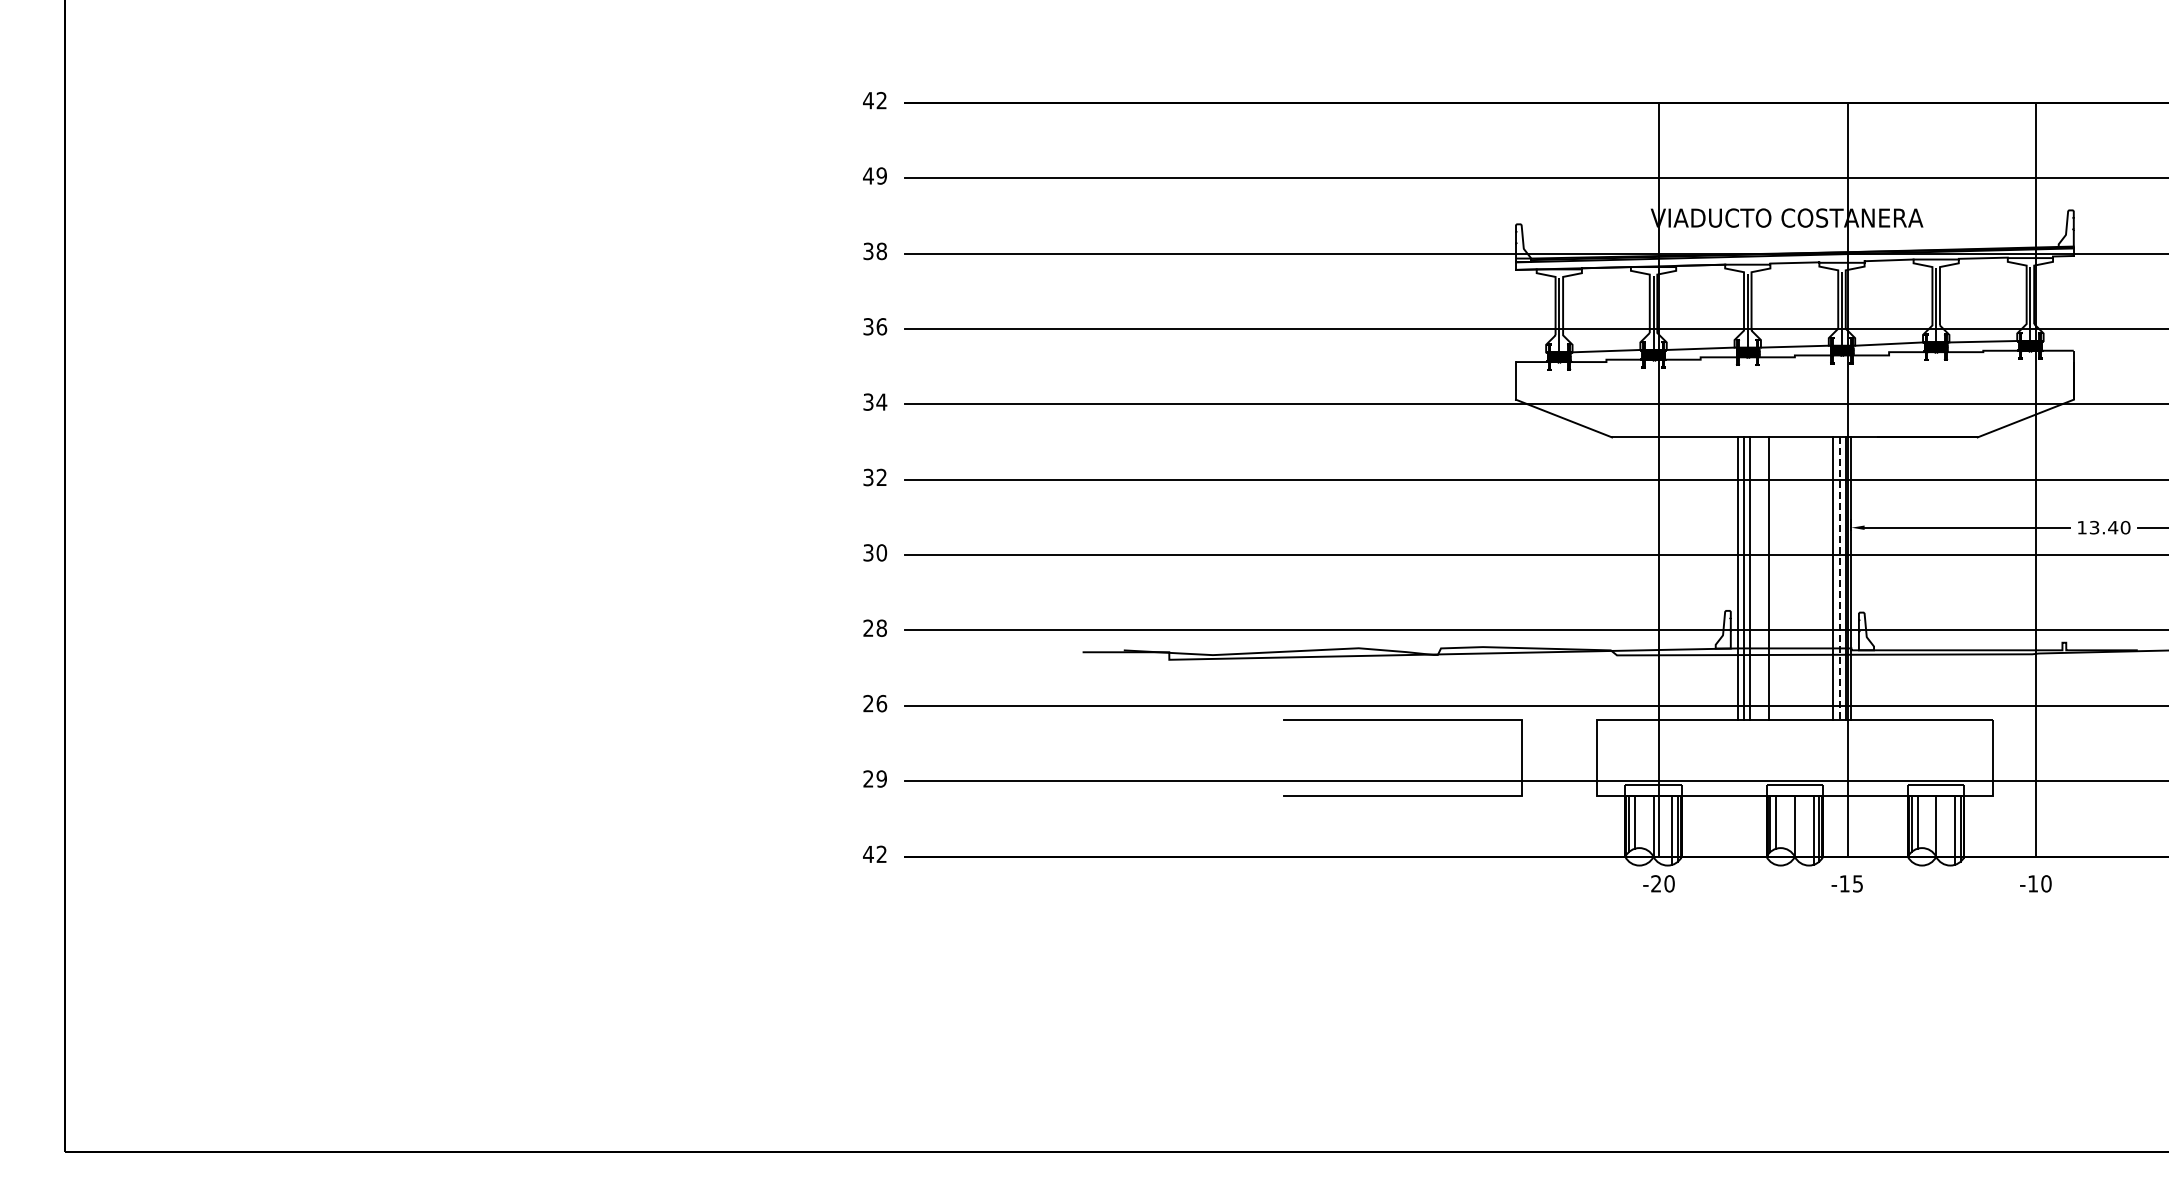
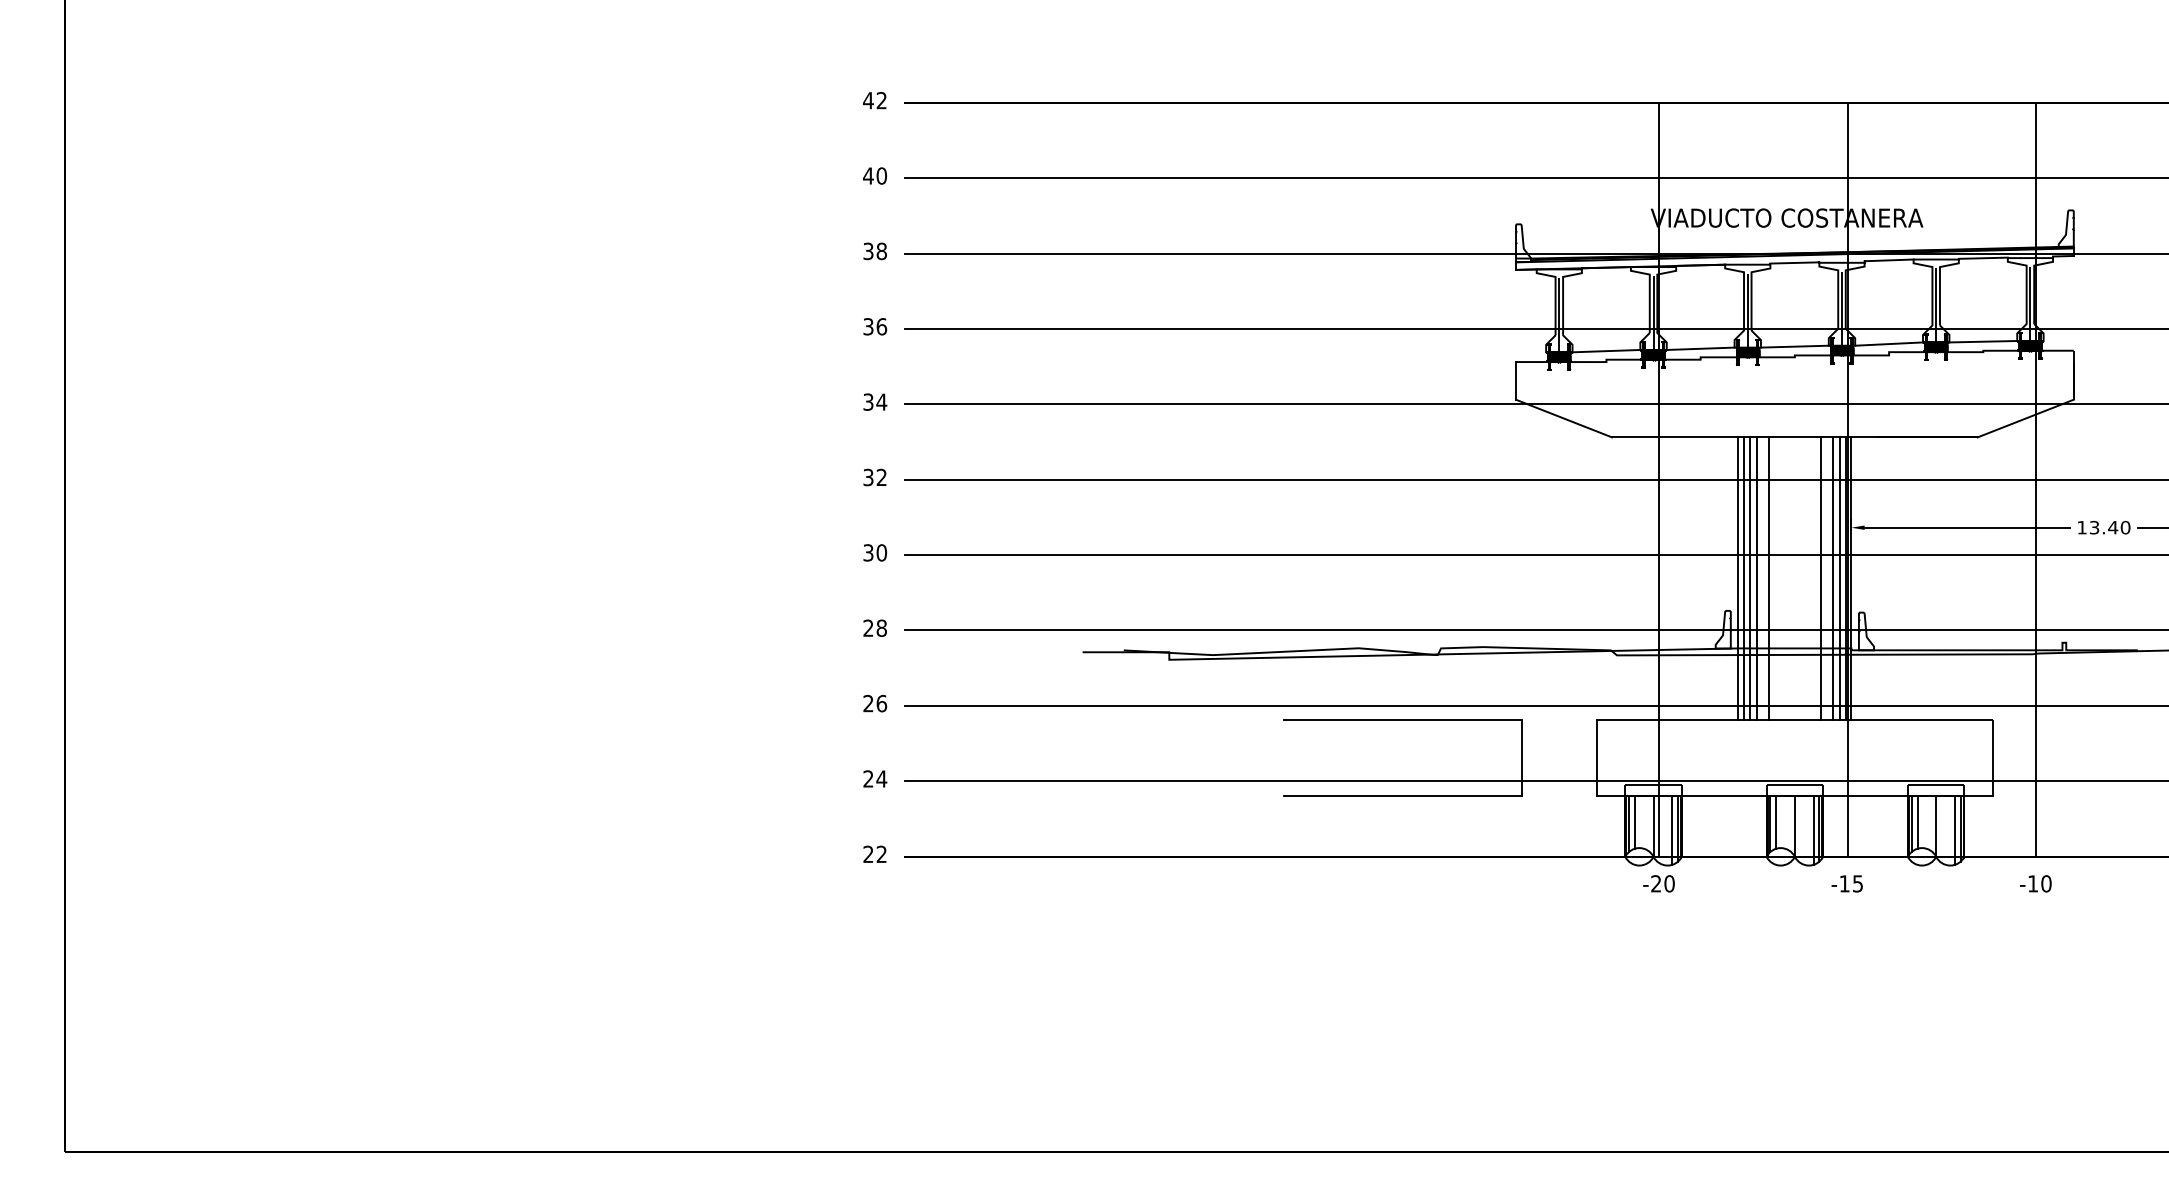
text at (881, 175): 49 -> 40
line at (1757, 578): none -> present
line at (1821, 578): none -> present
line at (1840, 578): dashed -> solid
text at (881, 778): 29 -> 24
text at (868, 853): 42 -> 22
